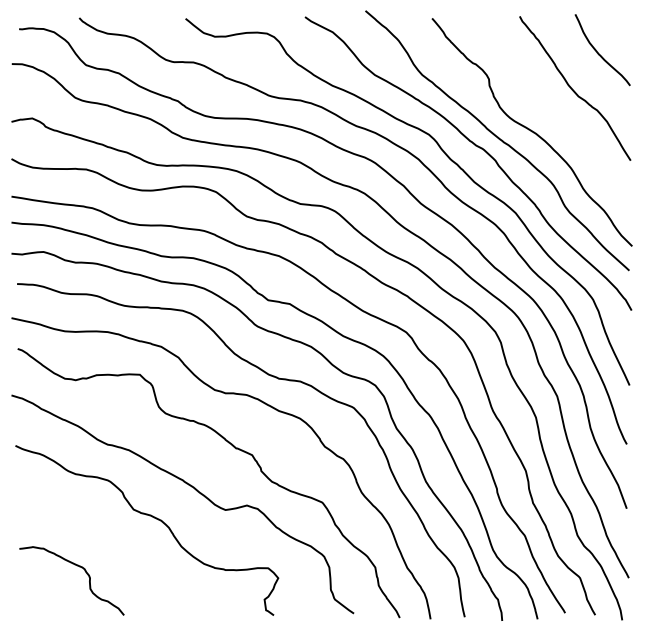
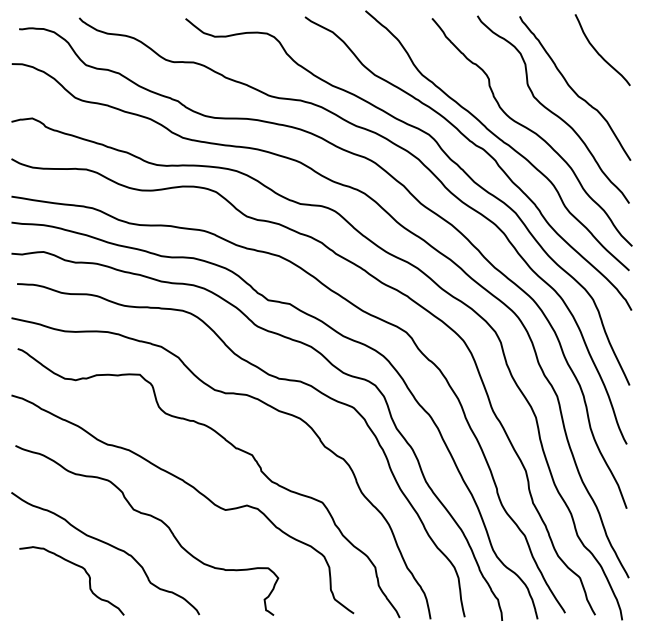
curve at (551, 110): none -> present
curve at (108, 545): none -> present
